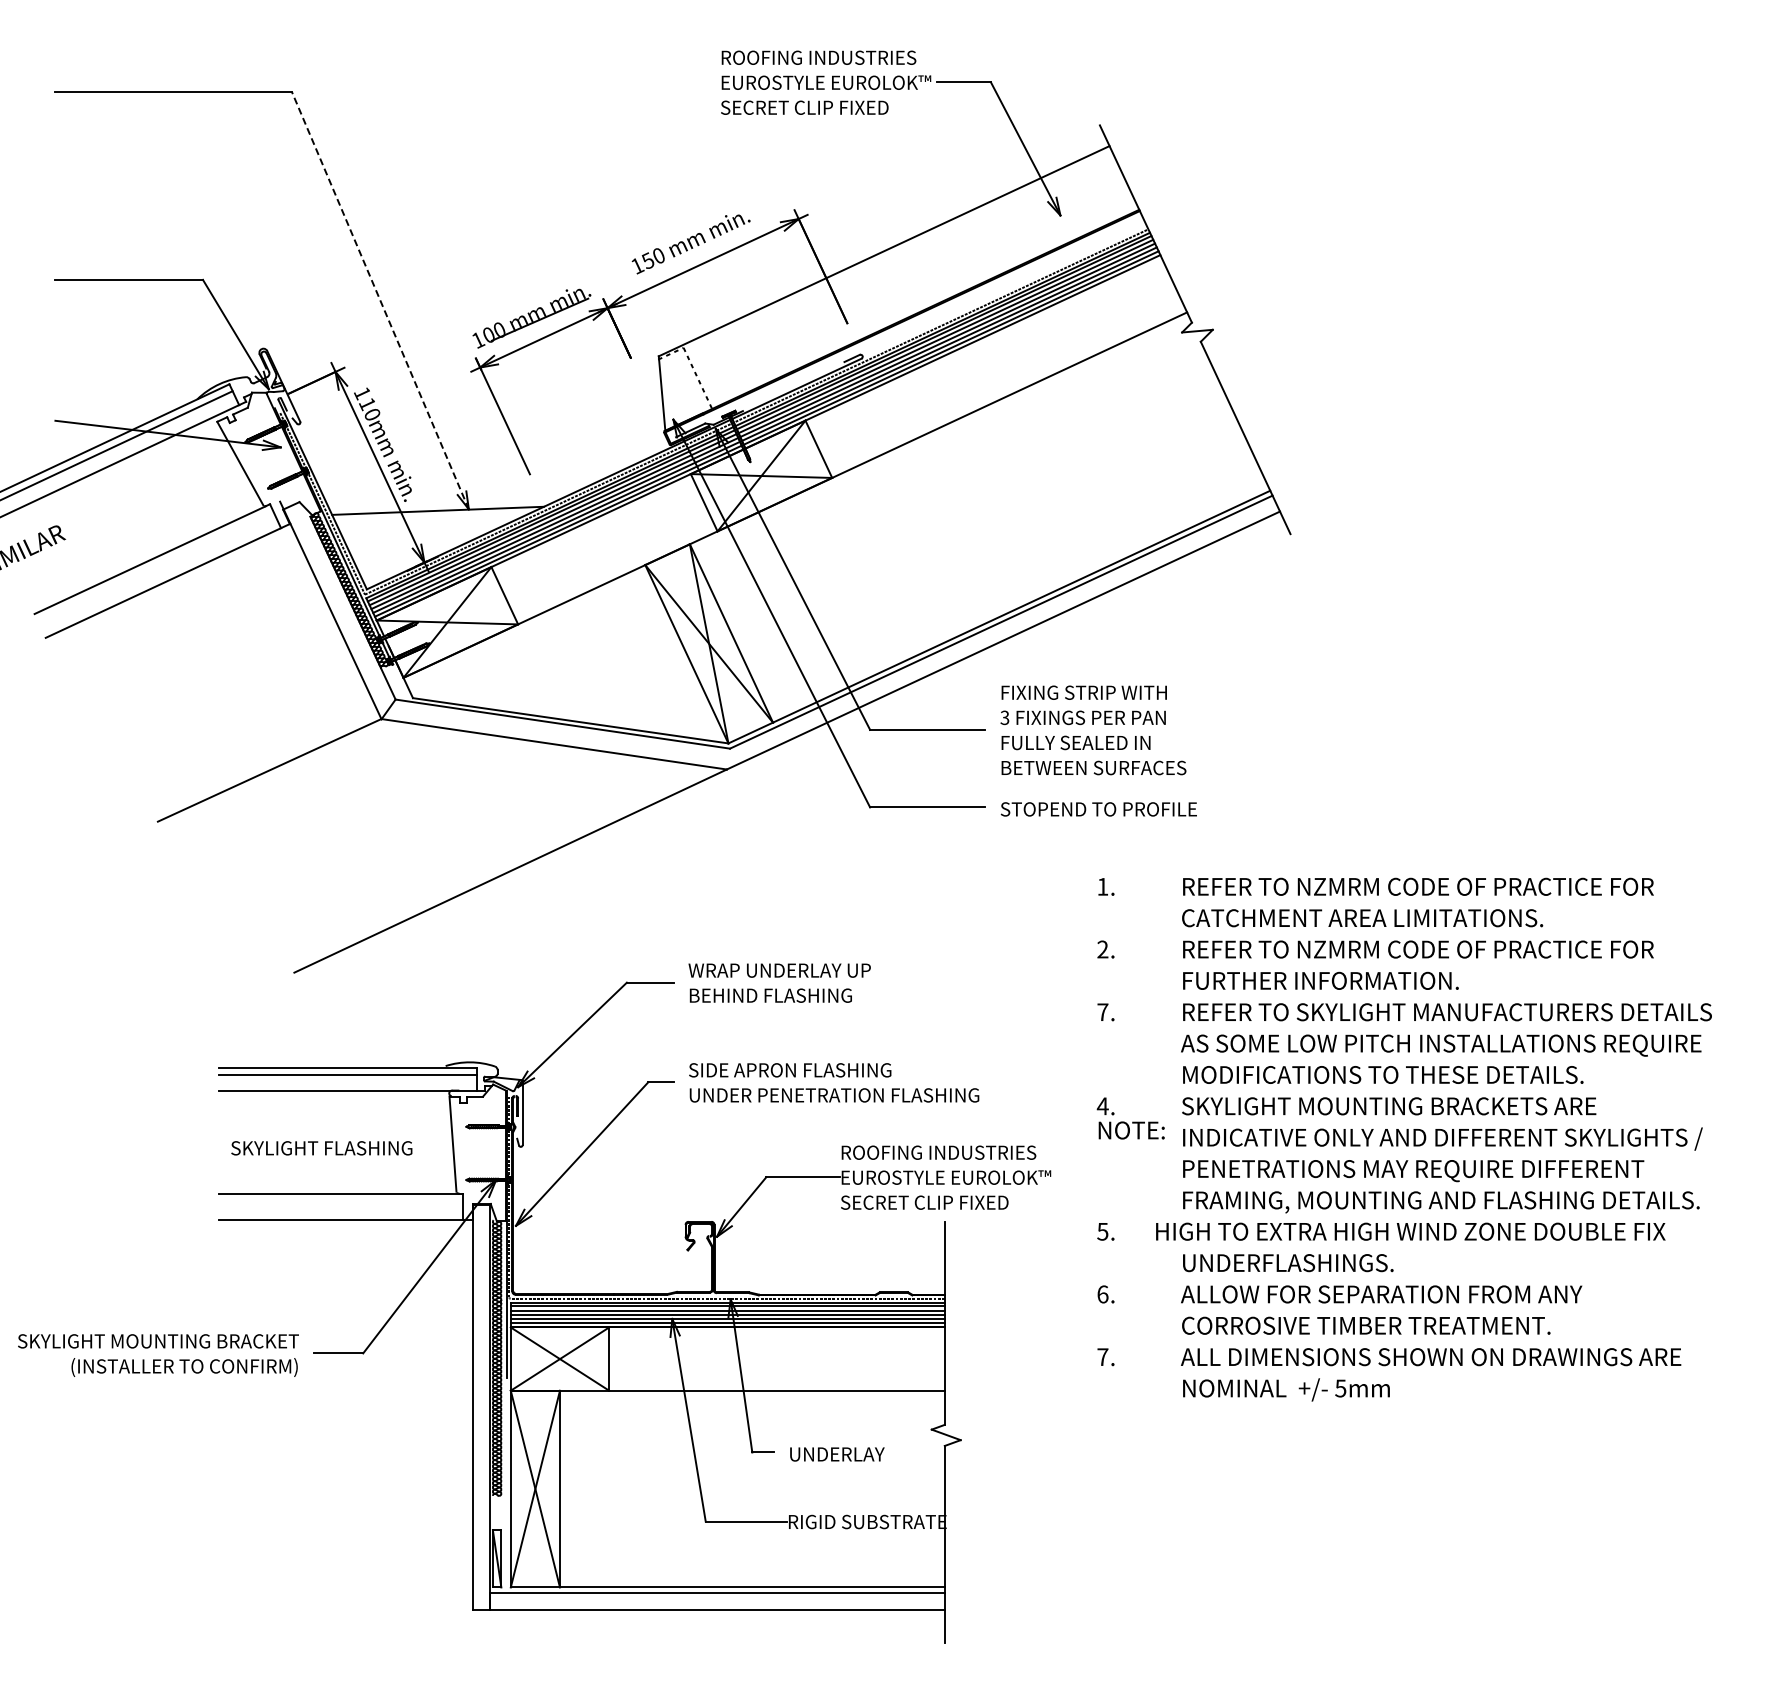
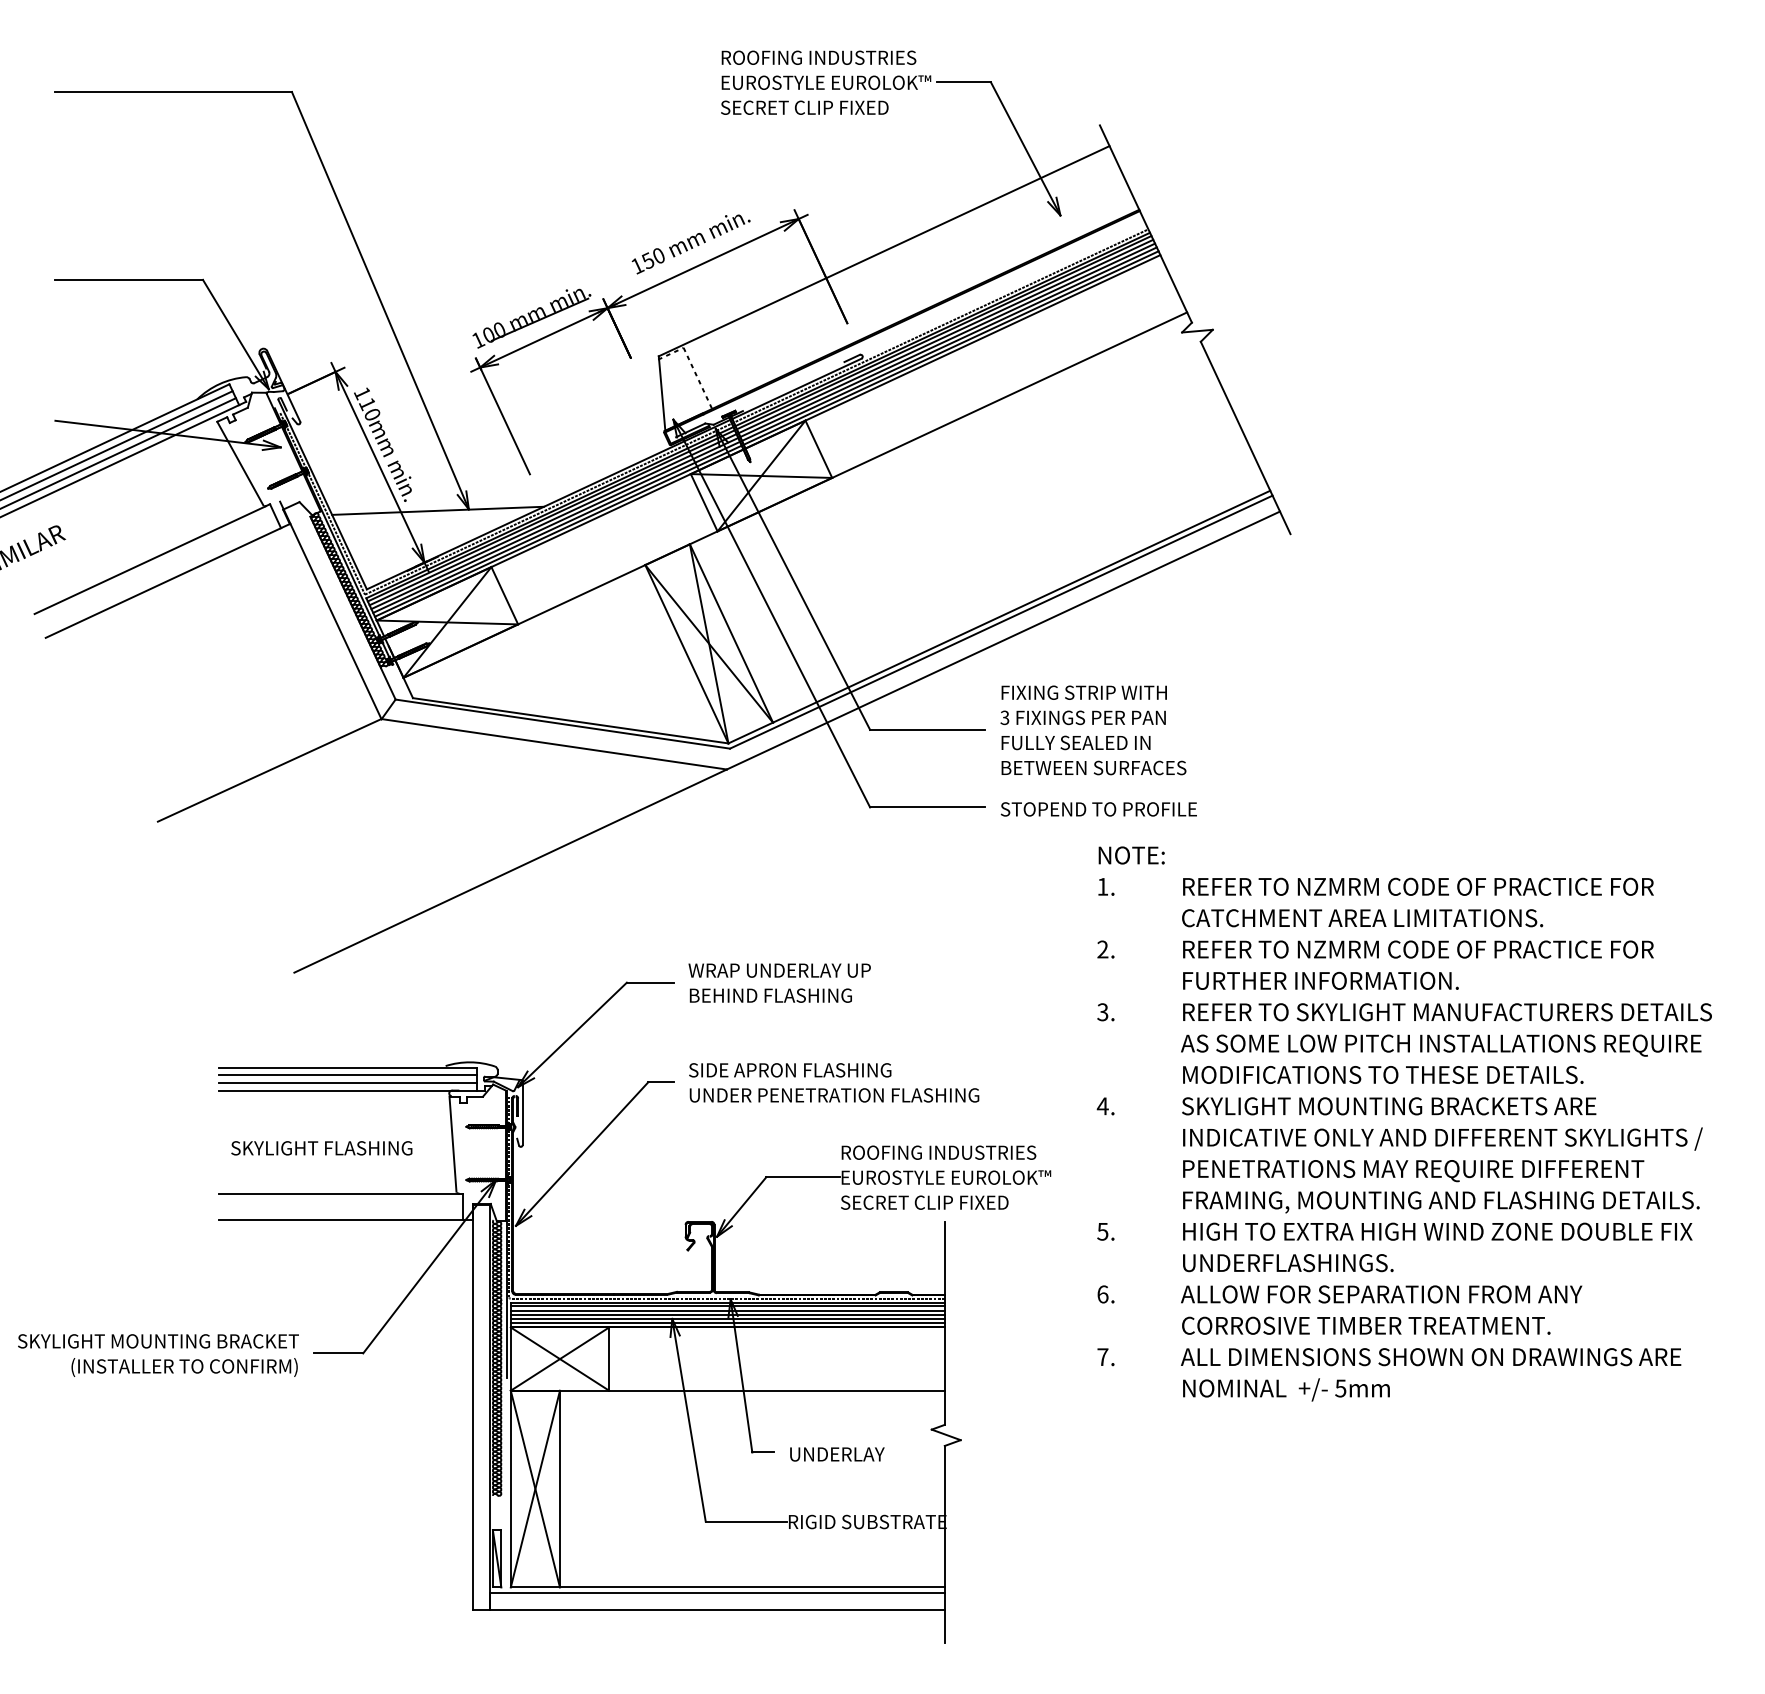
line at (380, 300): dashed -> solid
line at (118, 452): none -> present
text at (1102, 1012): 7. -> 3.
line at (348, 1082): none -> present
text at (1131, 1130) position: (1131, 1130) -> (1131, 855)
text at (1410, 1231) position: (1410, 1231) -> (1437, 1231)
